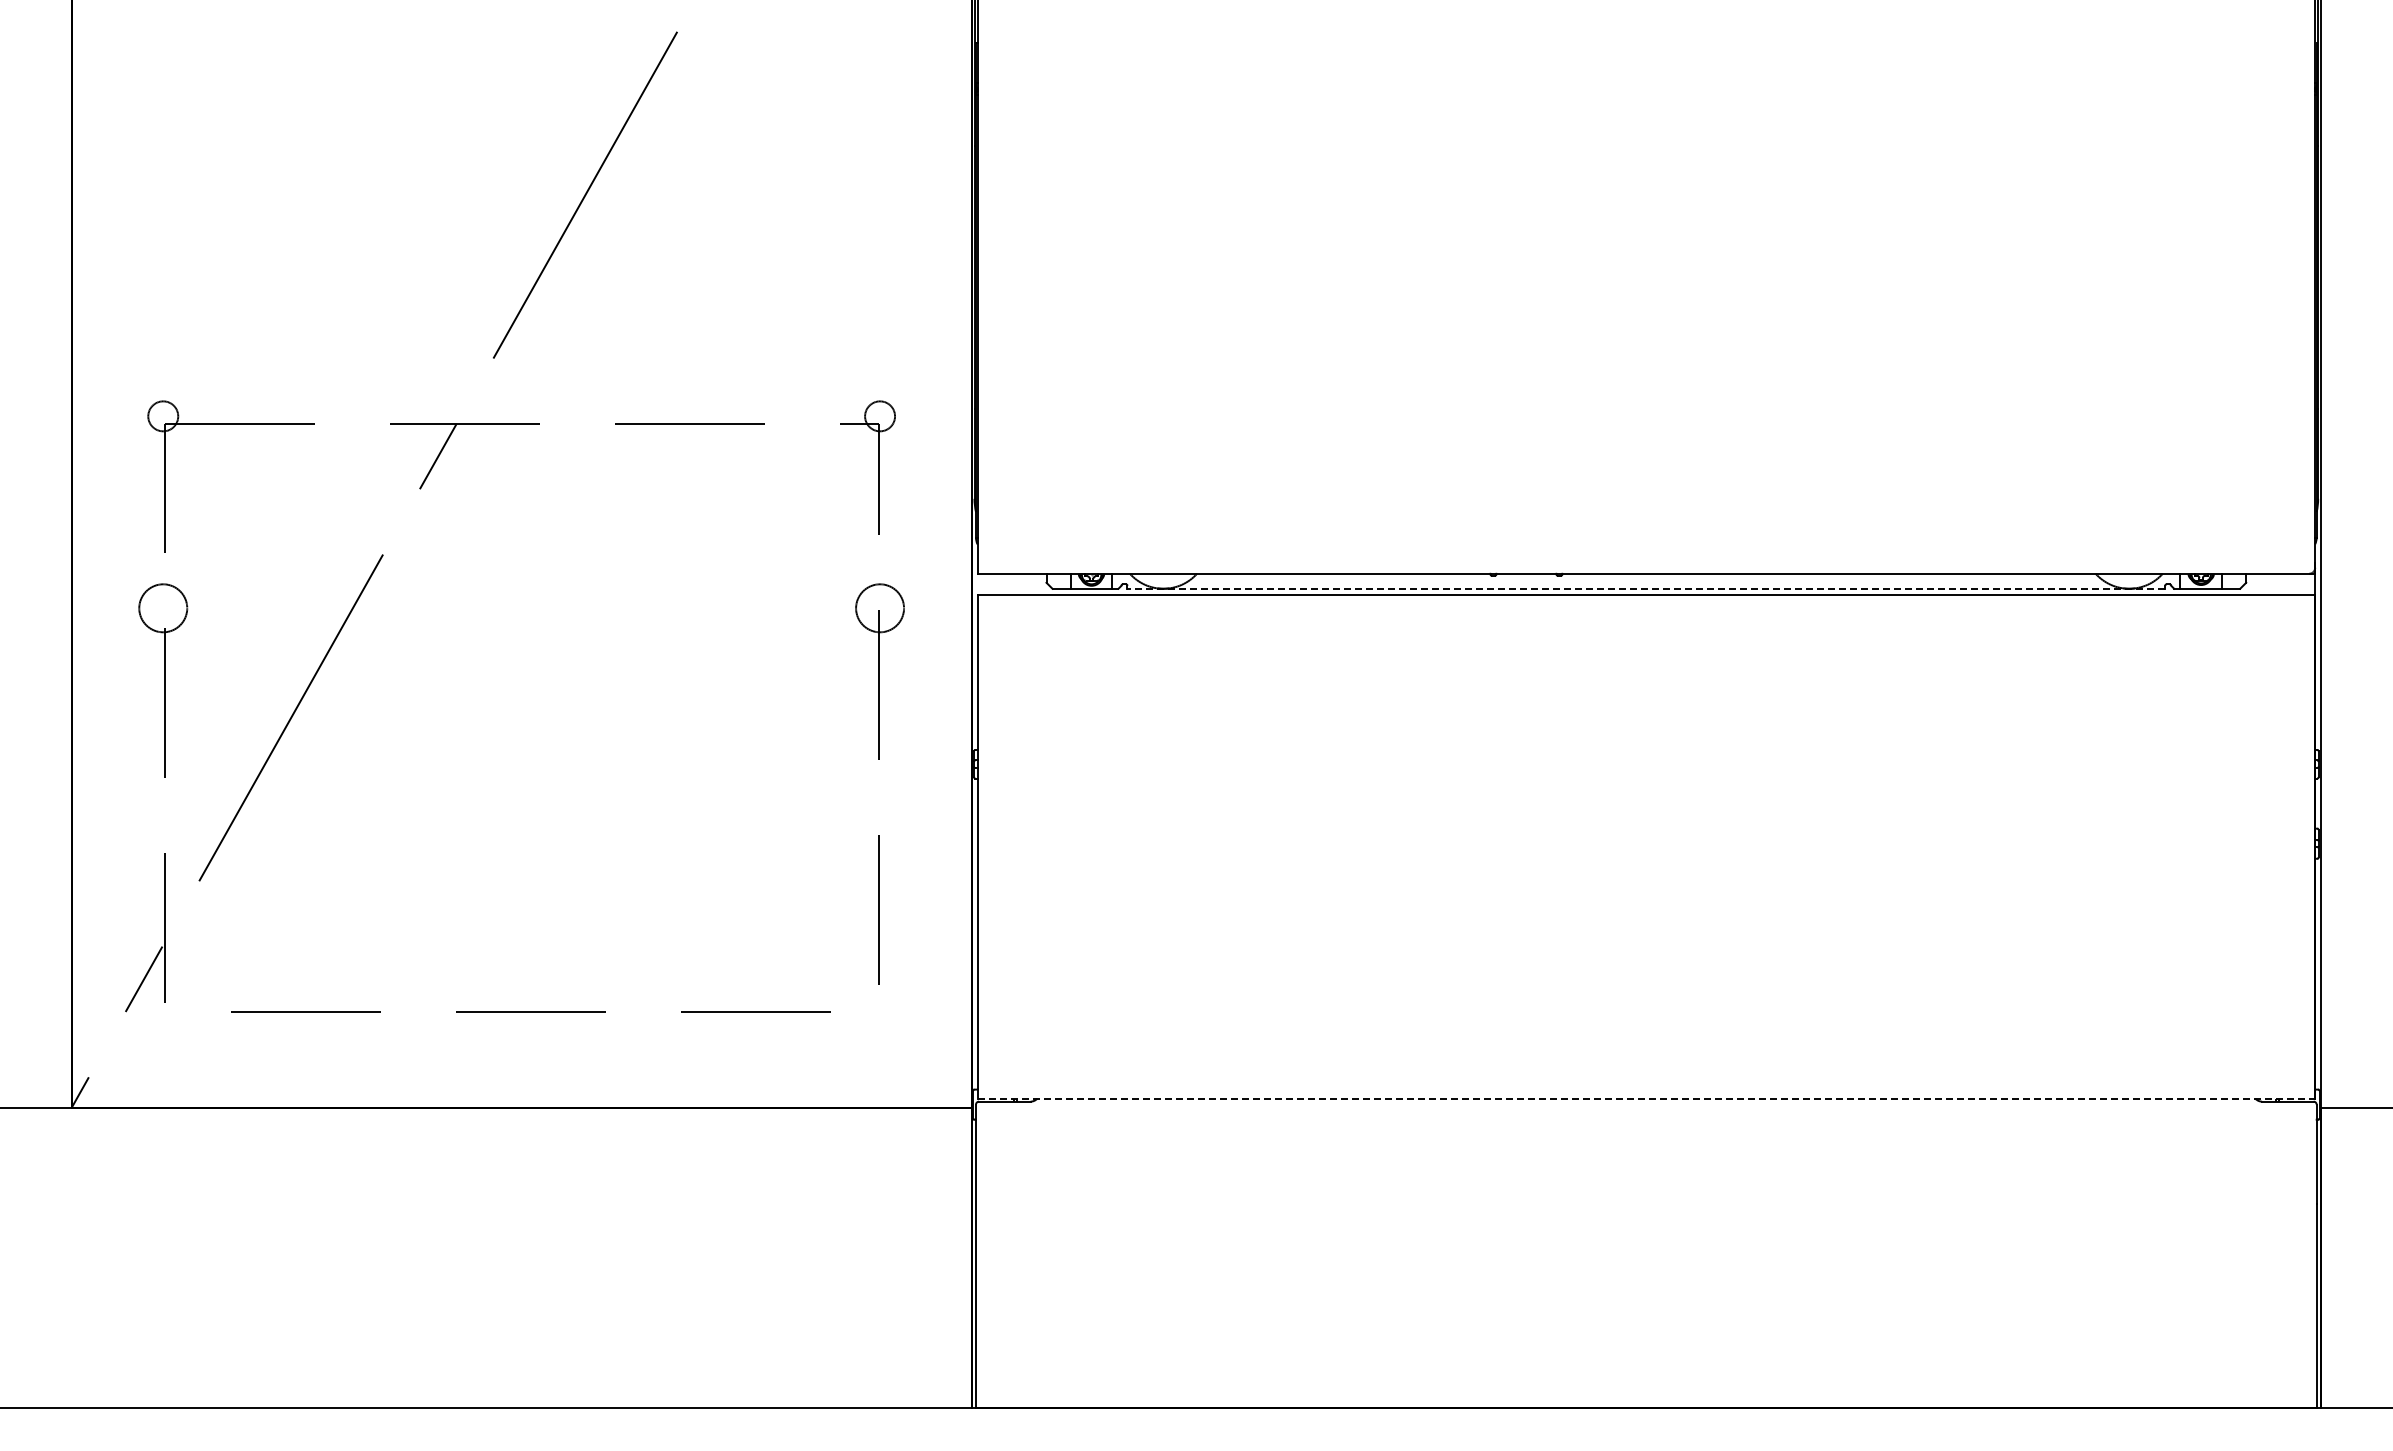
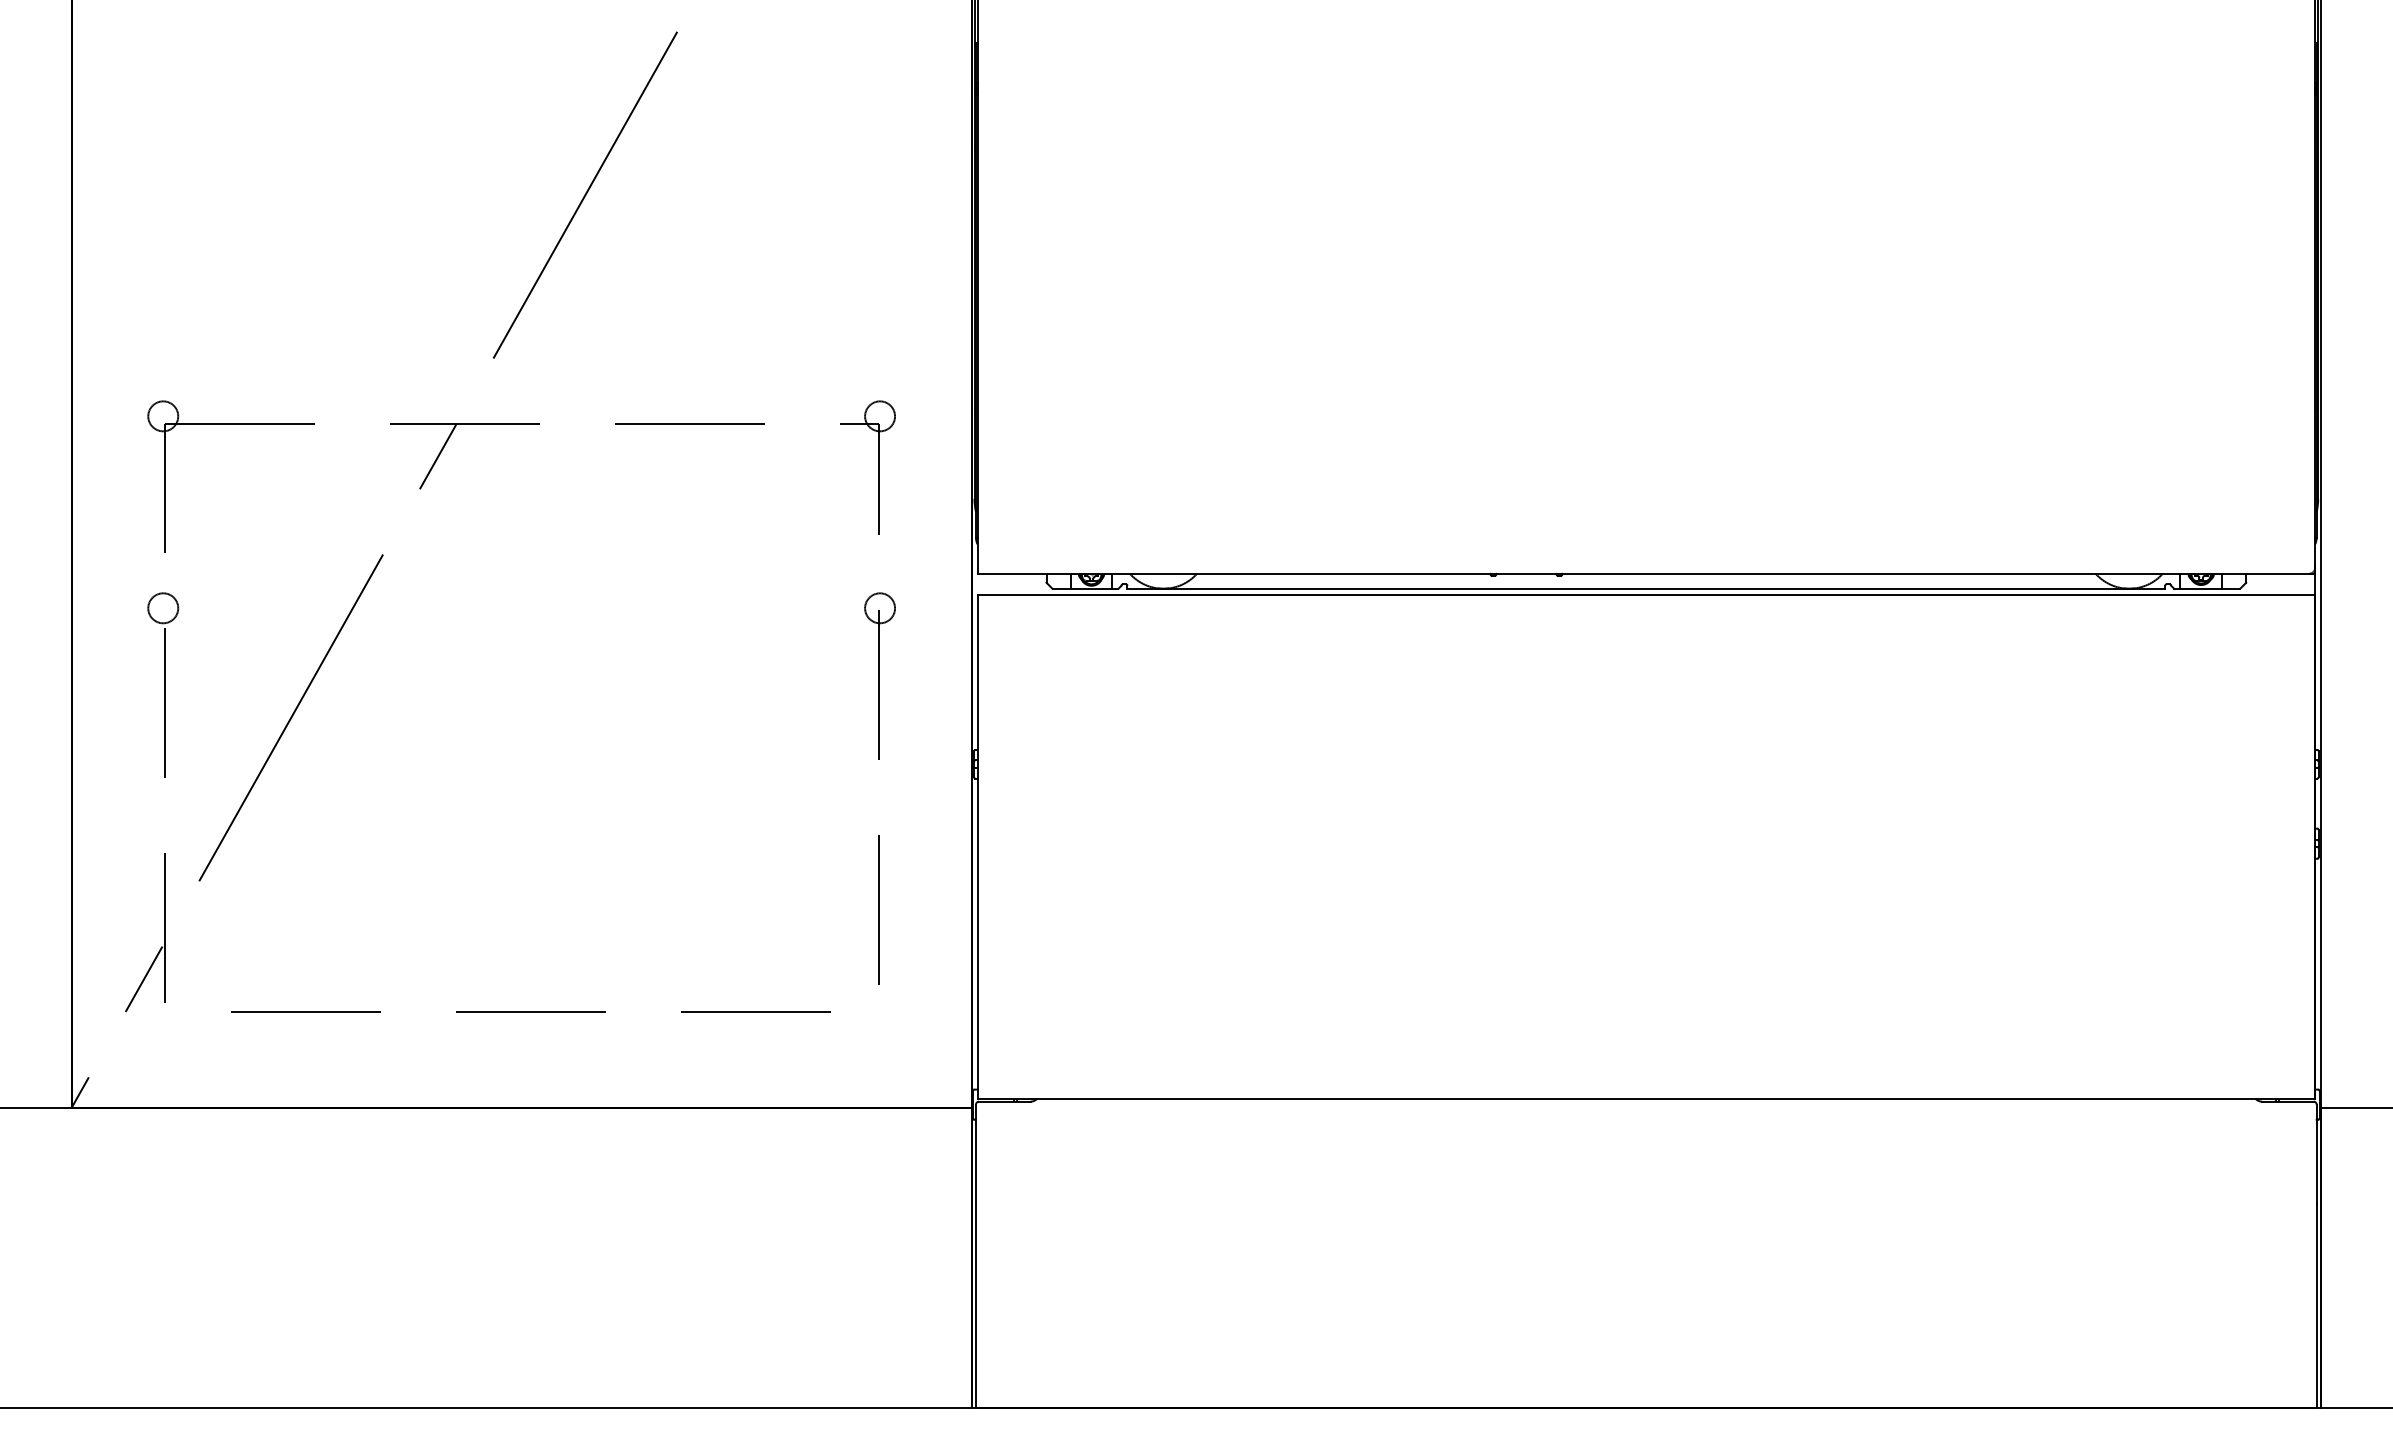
line at (1646, 588): dashed -> solid
circle at (163, 608) diameter: 48 px -> 30 px
circle at (880, 608) diameter: 48 px -> 30 px
line at (1646, 1098): dashed -> solid
